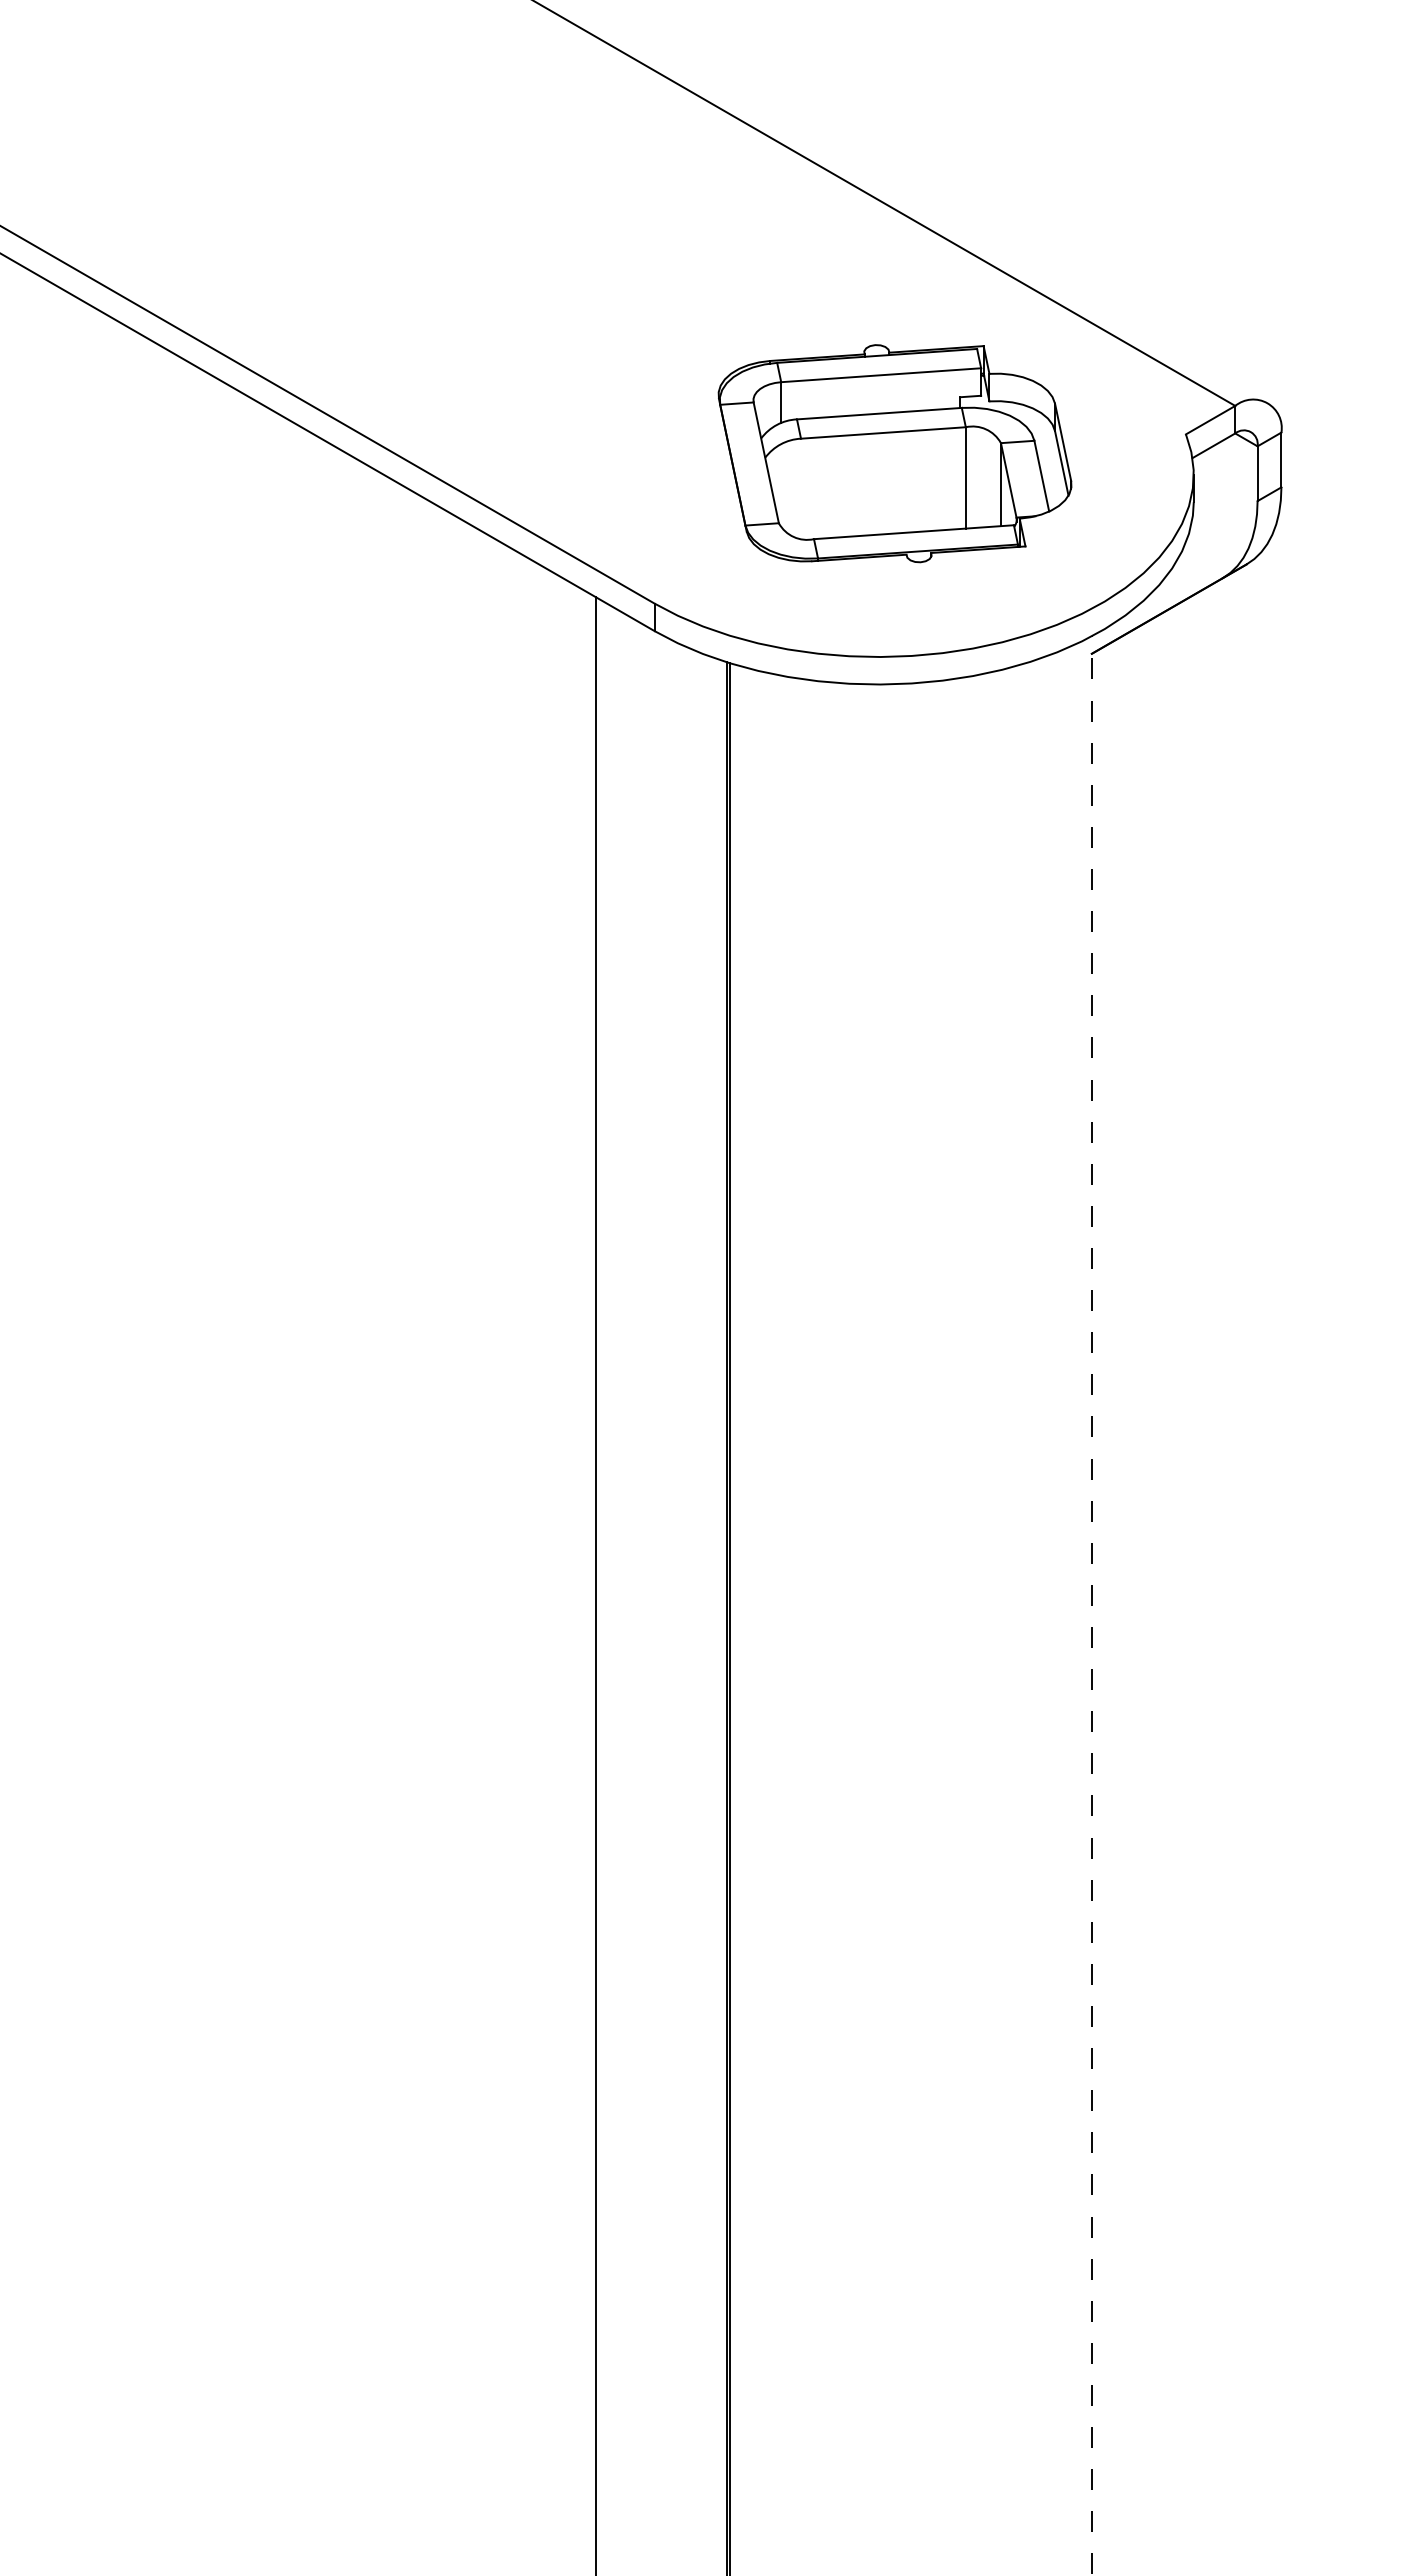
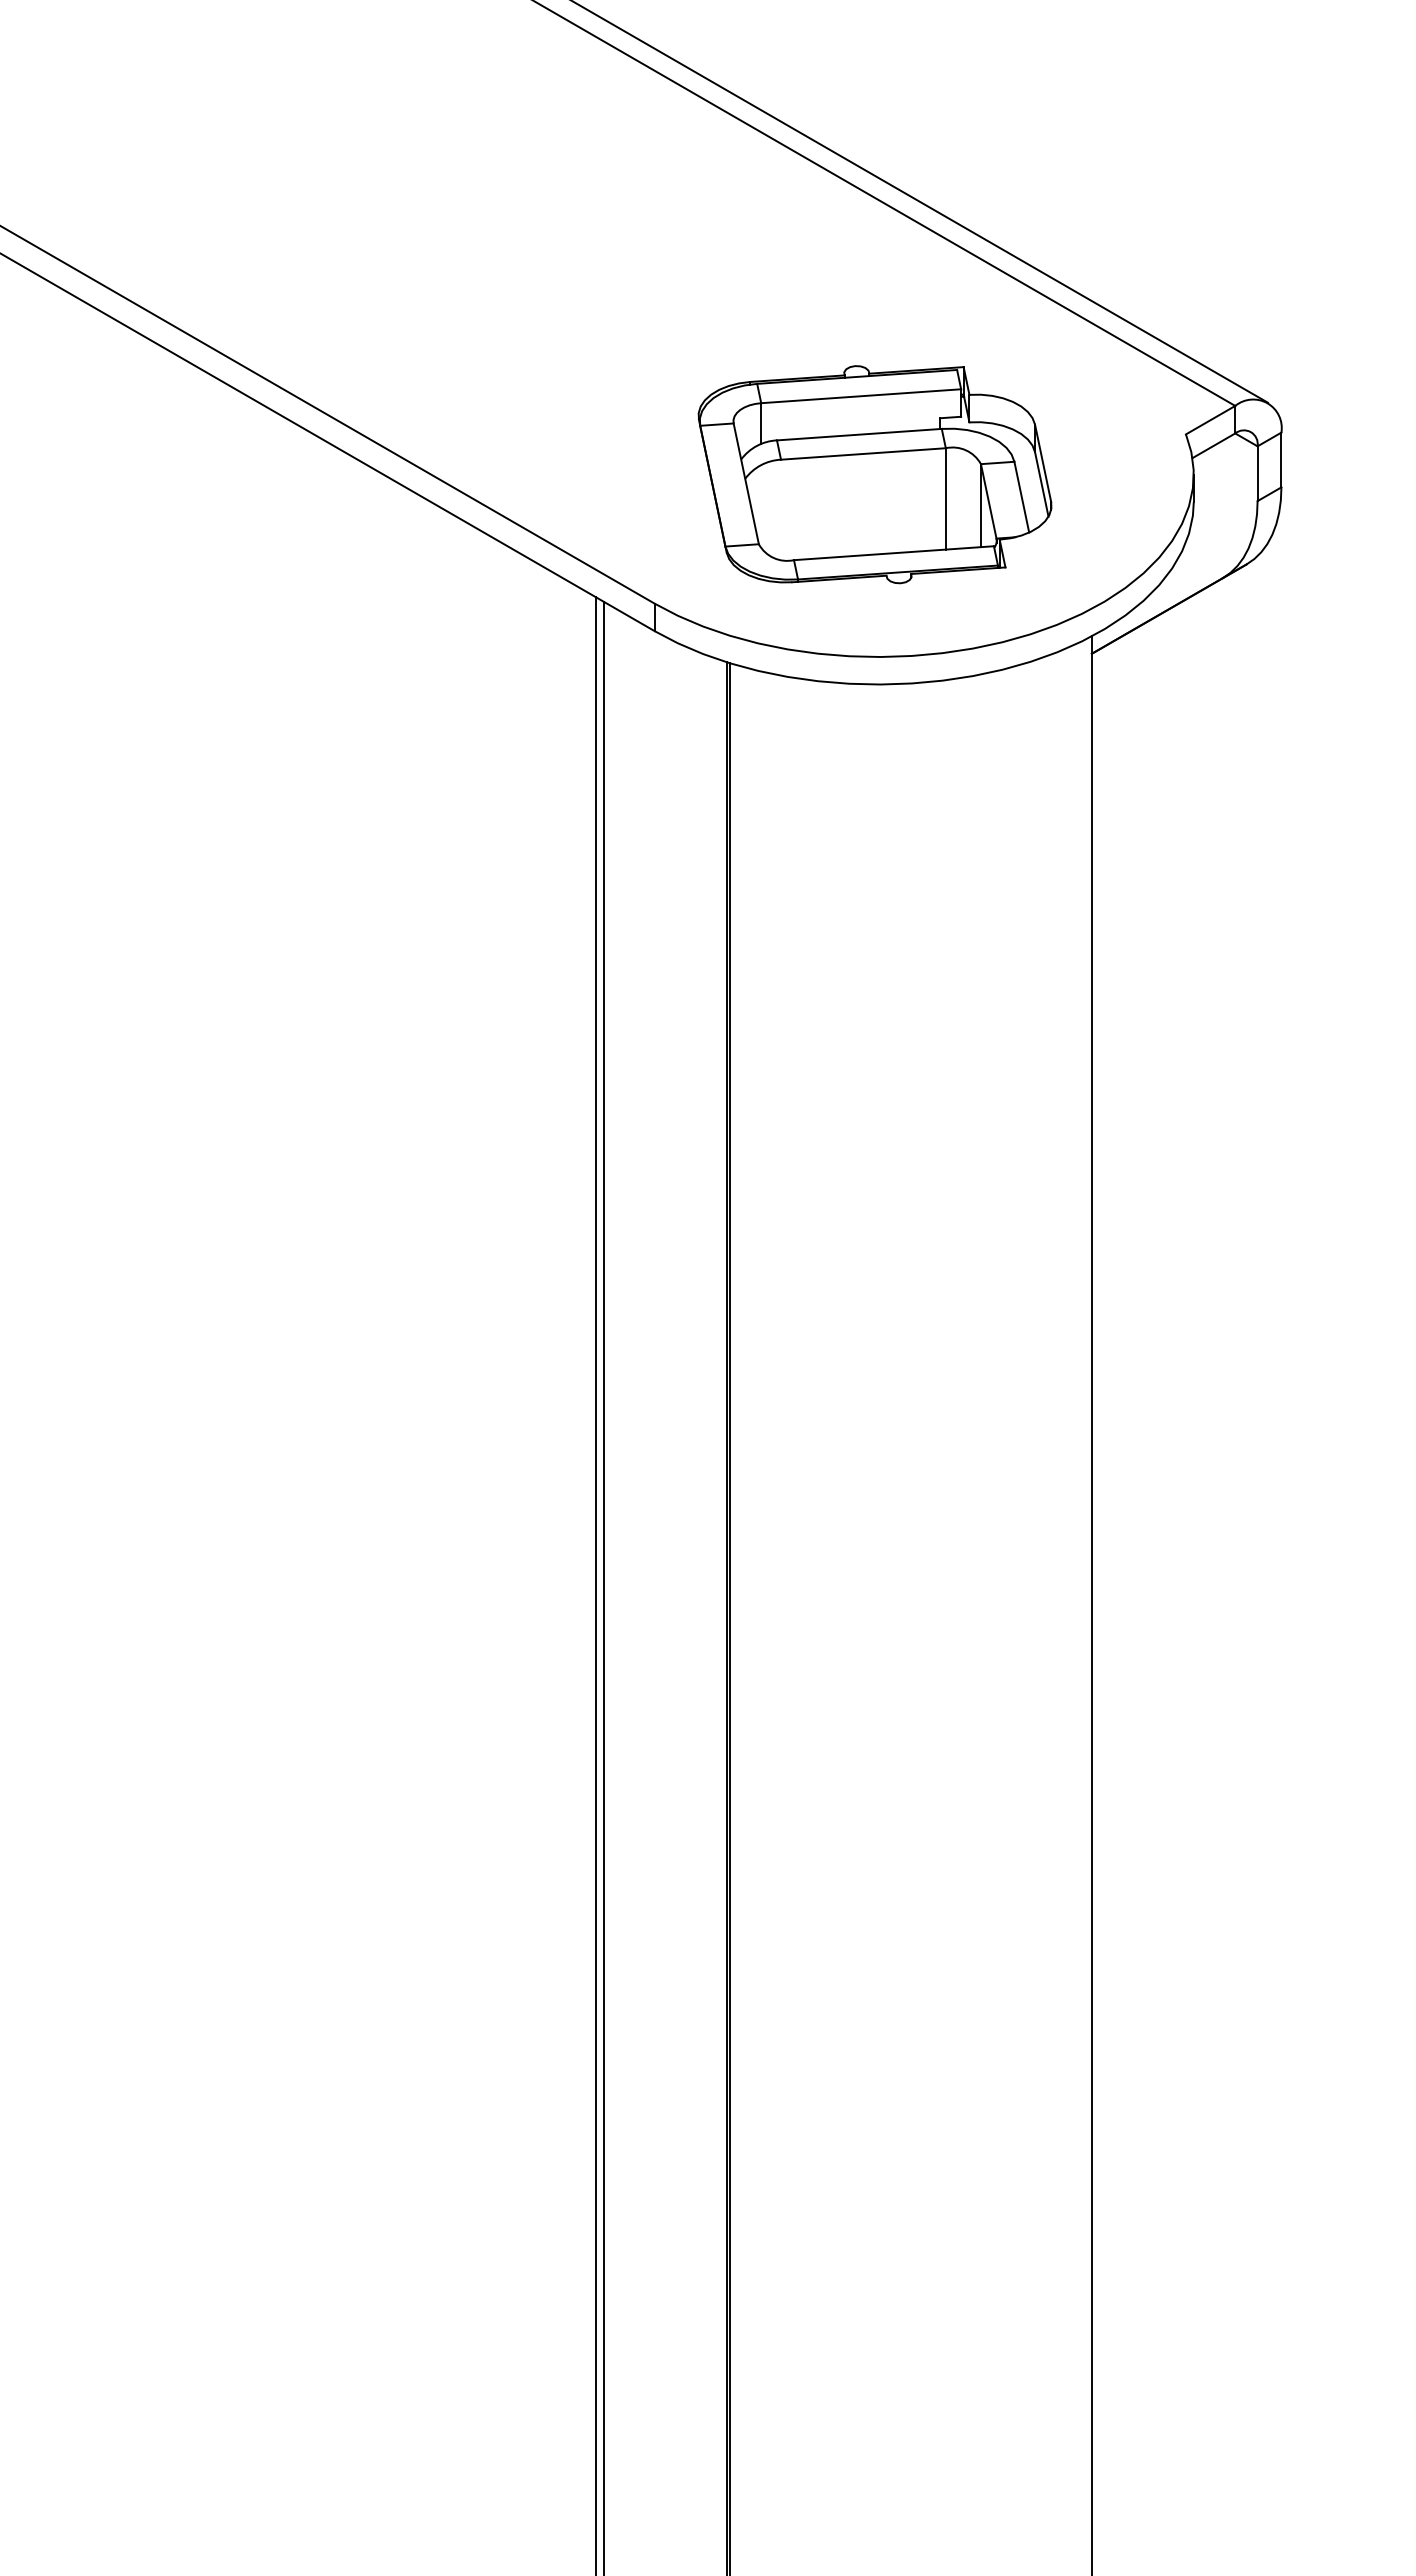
line at (920, 202): none -> present
part at (894, 453) position: (894, 453) -> (874, 474)
line at (603, 1586): none -> present
line at (1091, 1605): dashed -> solid
